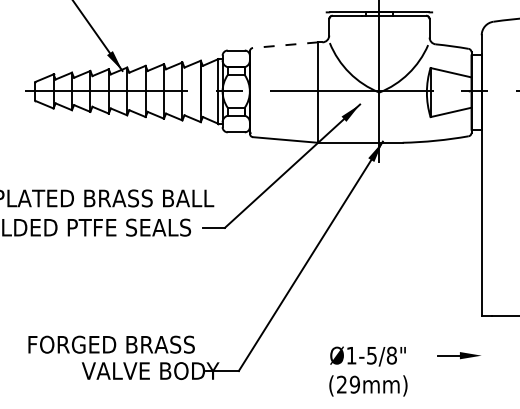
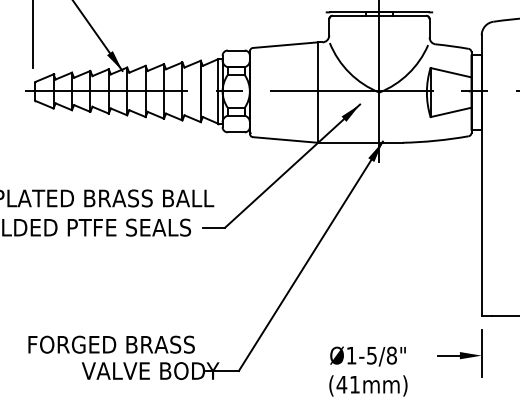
line at (32, 35): none -> present
line at (285, 45): dashed -> solid
line at (481, 353): none -> present
text at (347, 384): (29mm) -> (41mm)
